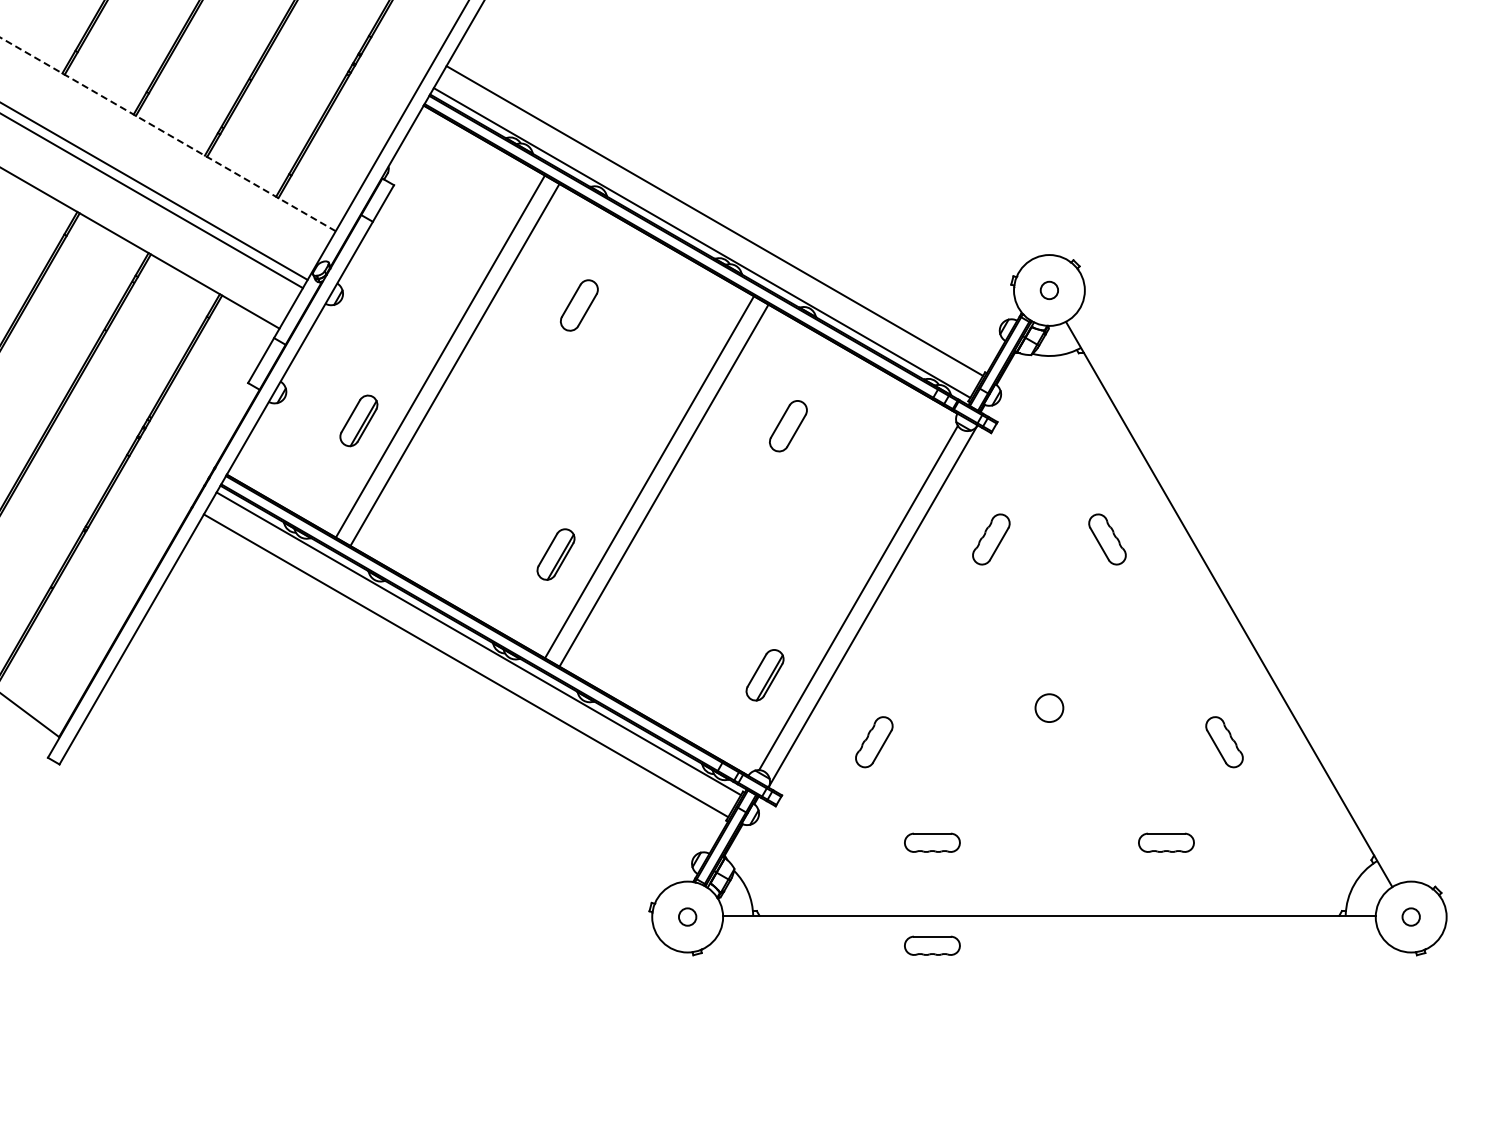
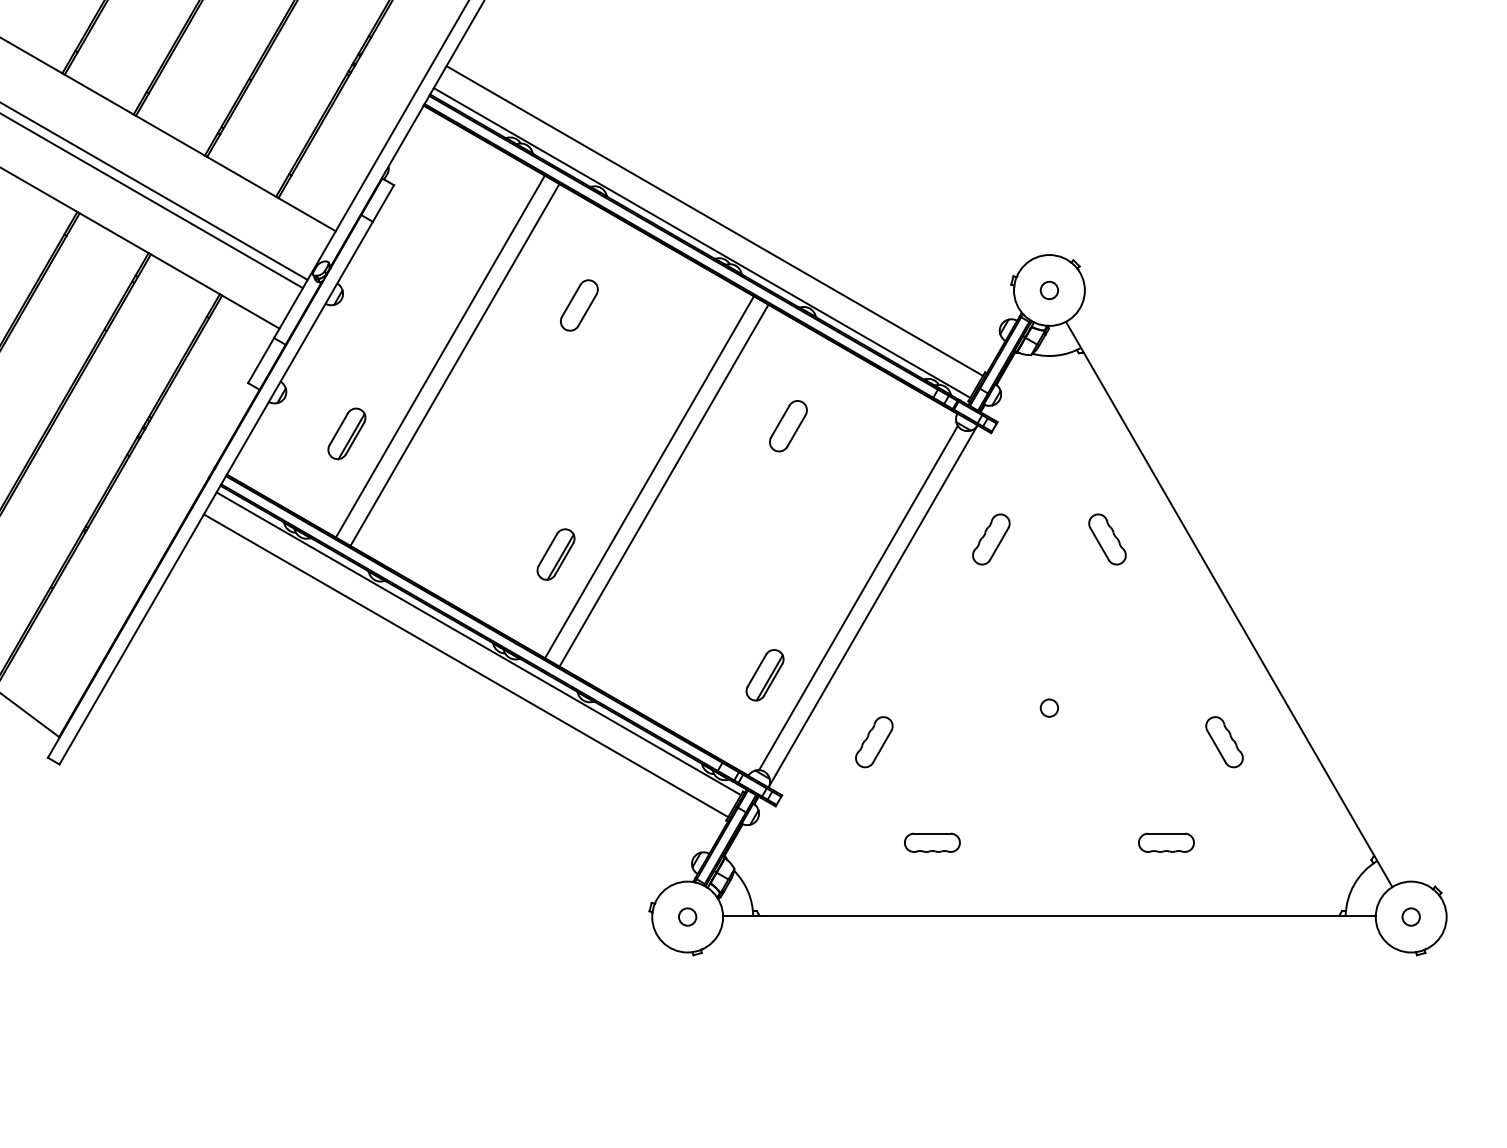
line at (167, 134): dashed -> solid
part at (358, 420) position: (358, 420) -> (346, 433)
circle at (1049, 708) diameter: 28 px -> 17 px
part at (932, 945): present -> none
